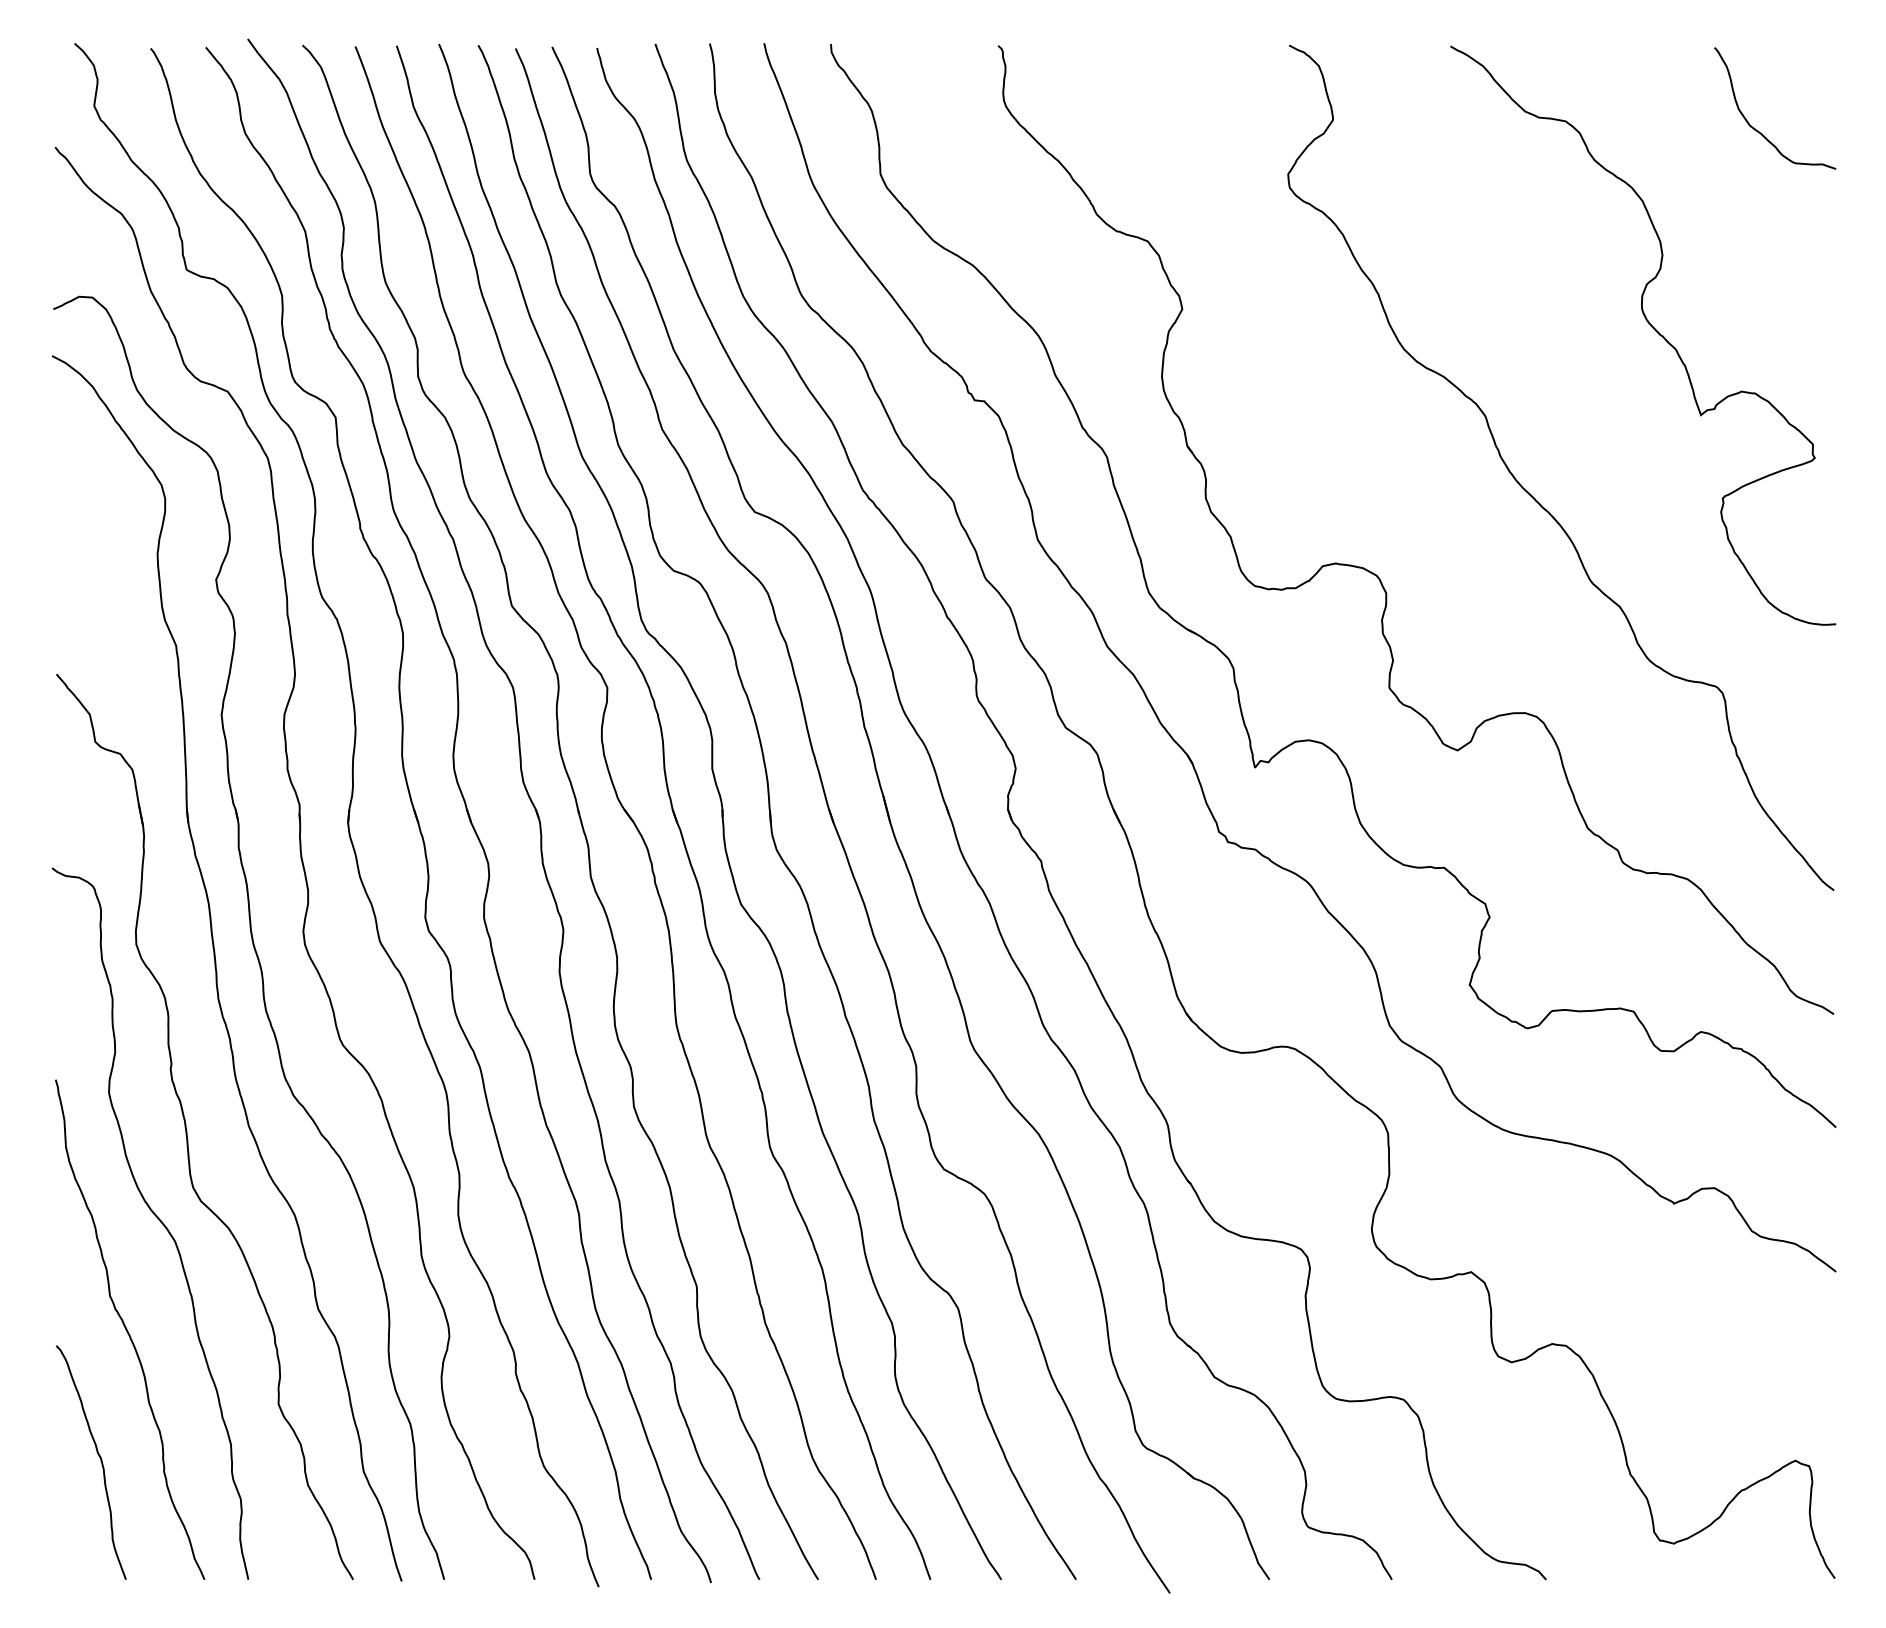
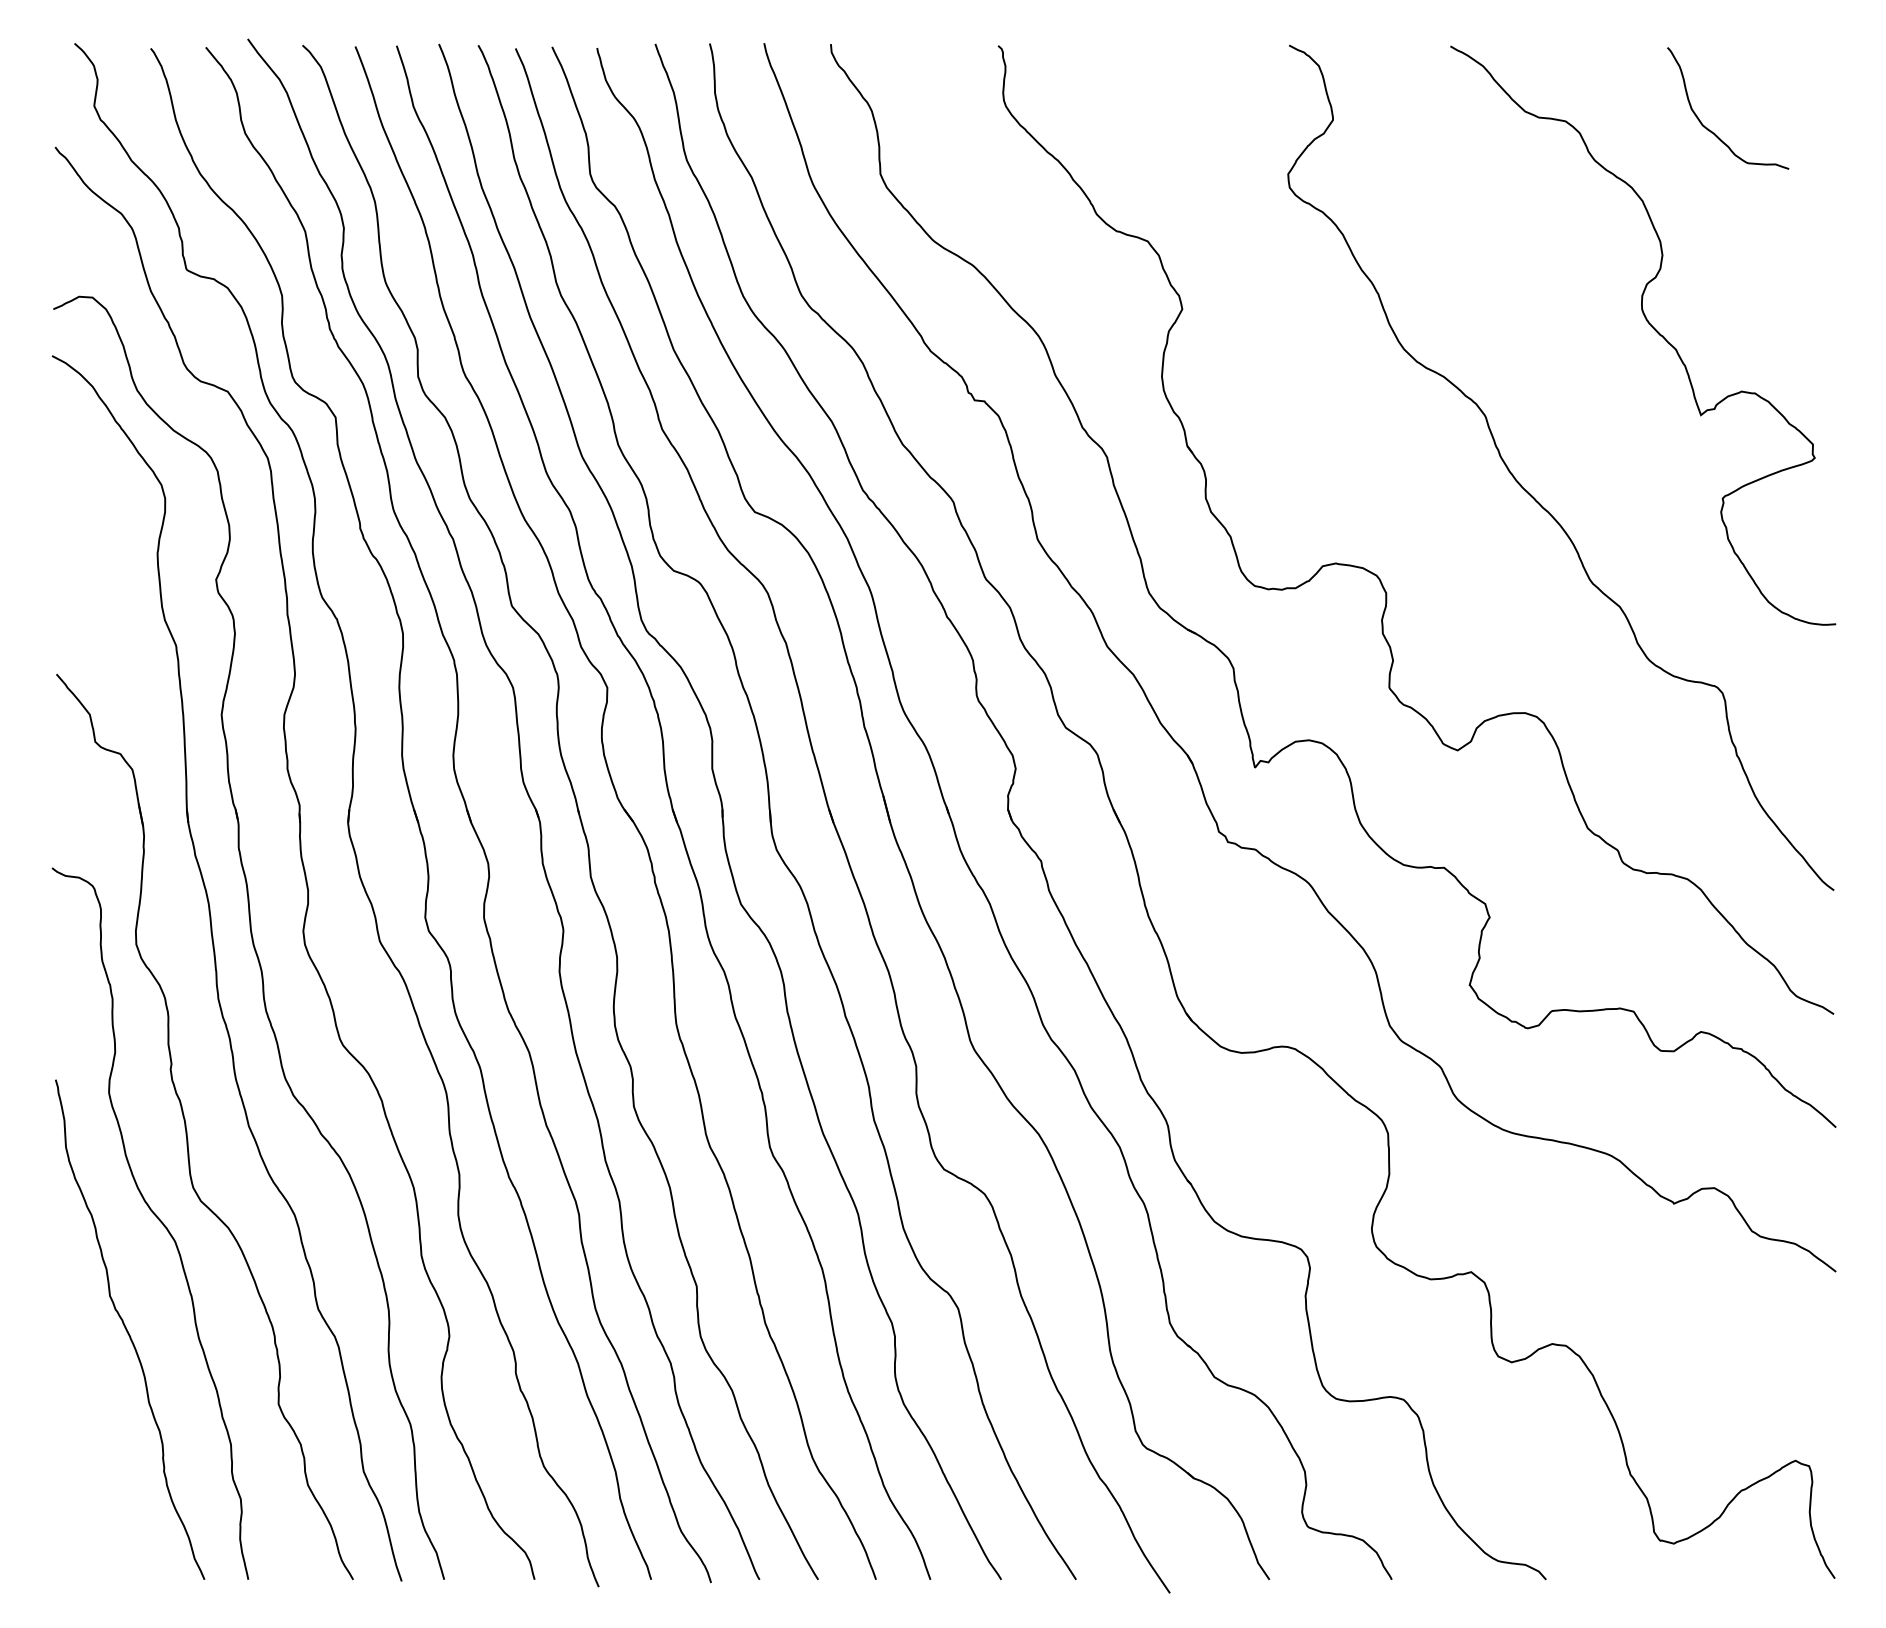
curve at (1761, 132) position: (1761, 132) -> (1714, 132)
curve at (98, 1456): present -> none
